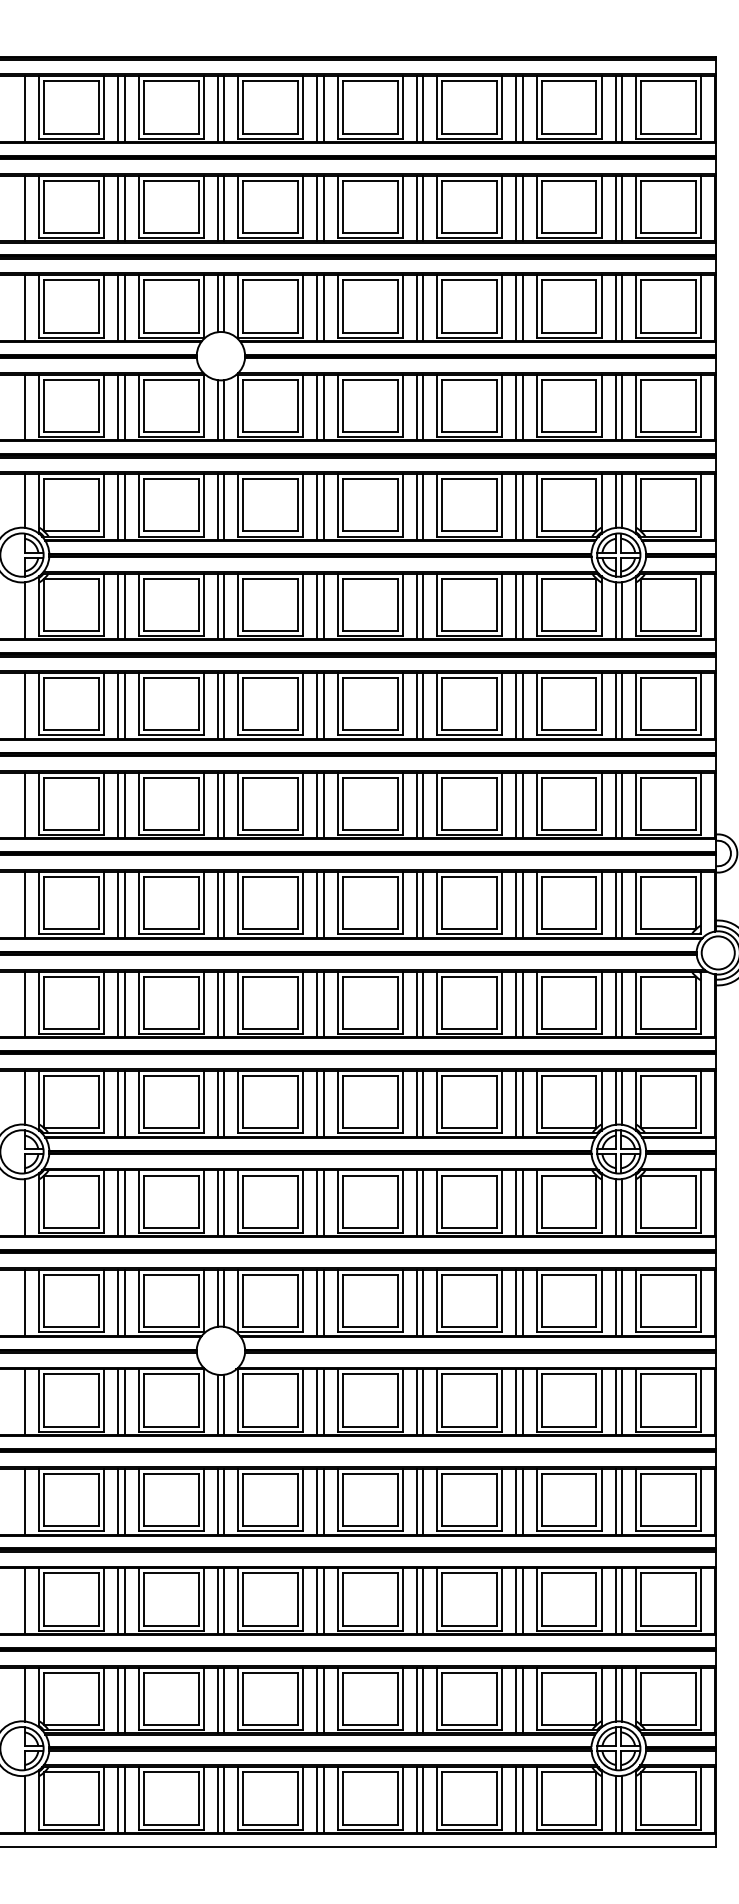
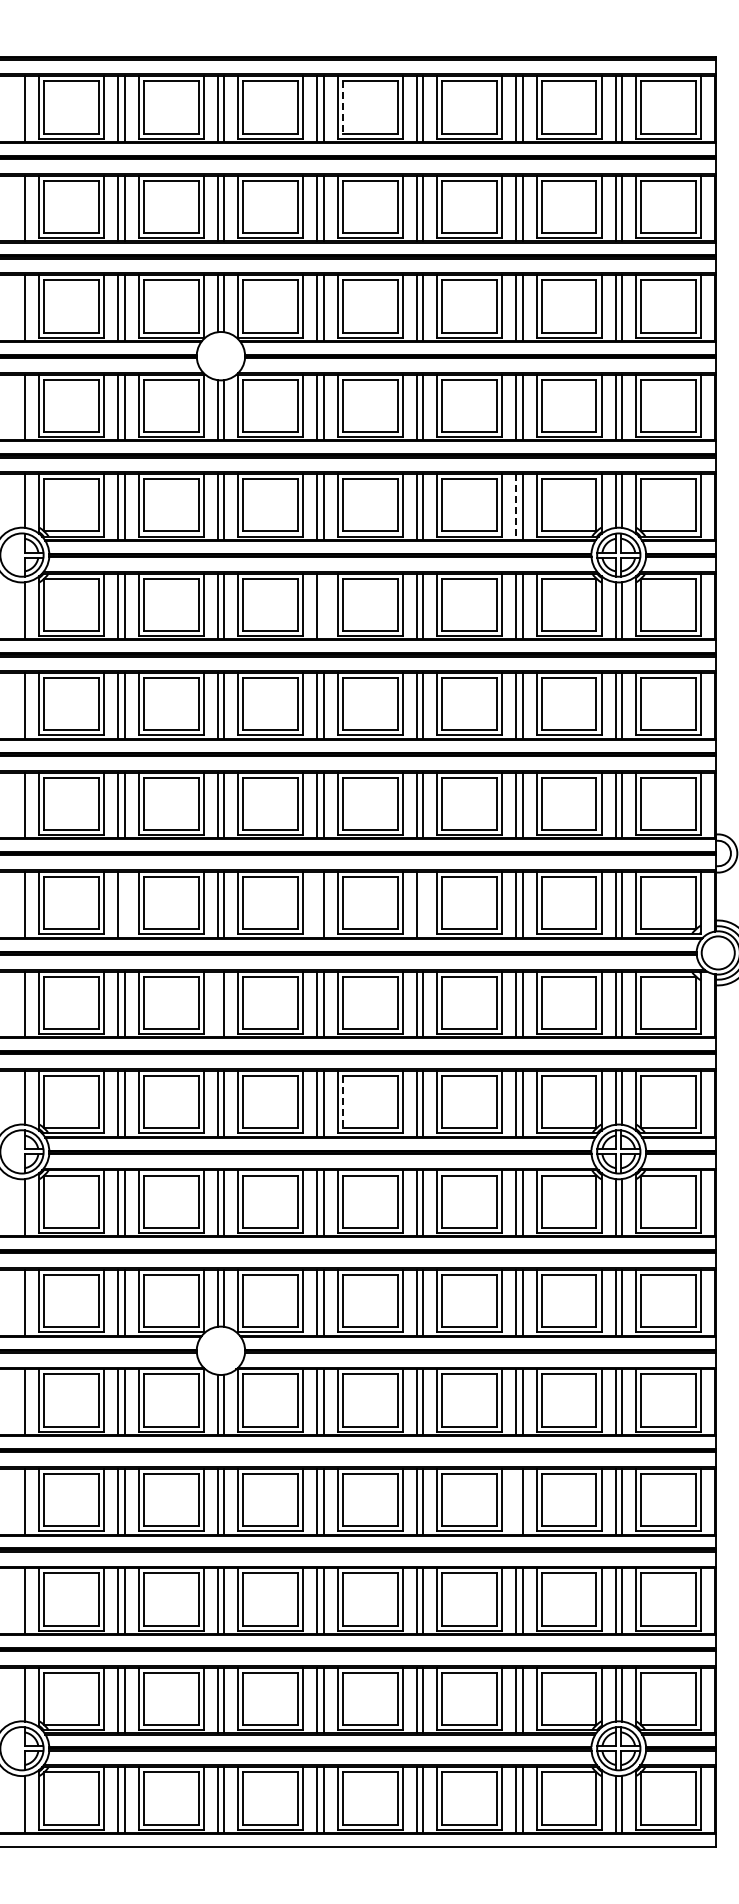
line at (342, 107): solid -> dashed
line at (516, 506): solid -> dashed
line at (323, 606): present -> none
line at (124, 904): present -> none
line at (317, 904): present -> none
line at (423, 904): present -> none
line at (217, 1004): present -> none
line at (342, 1102): solid -> dashed
line at (516, 1501): present -> none
